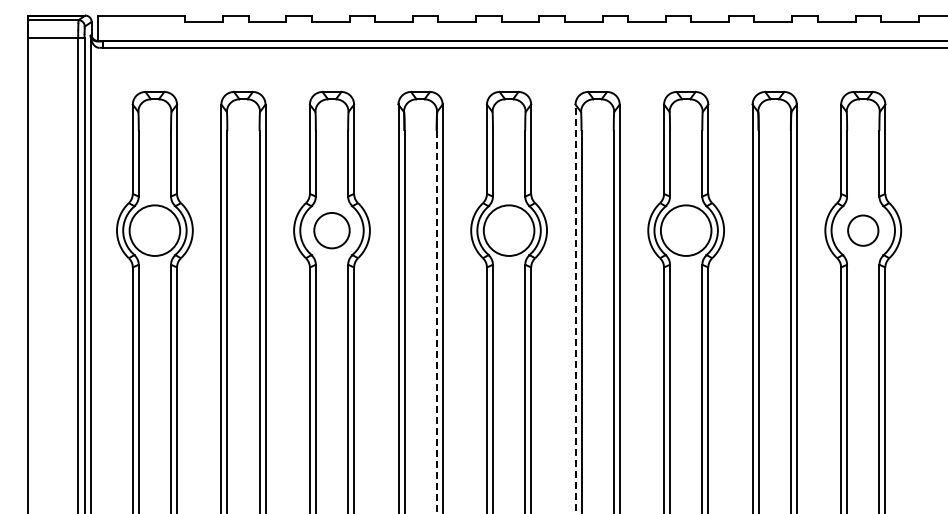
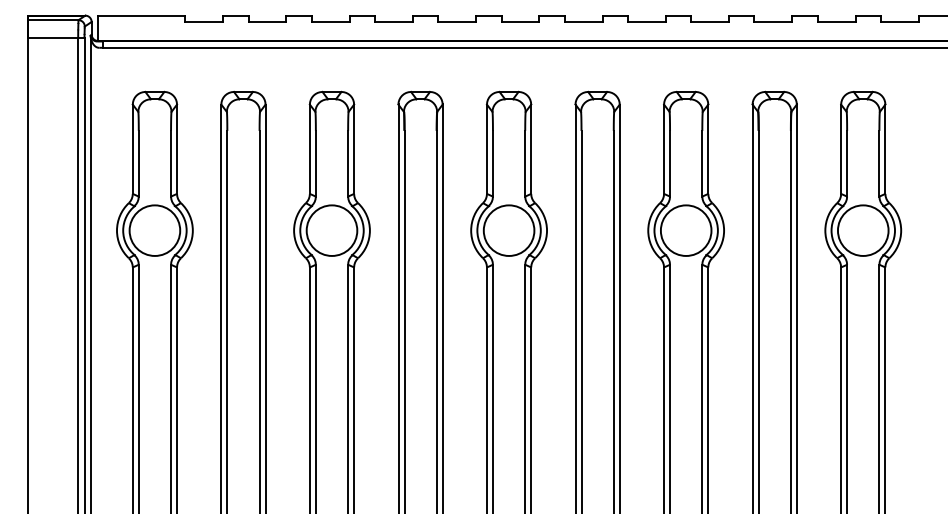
circle at (331, 230) diameter: 35 px -> 51 px
circle at (863, 230) diameter: 30 px -> 51 px
line at (575, 308): dashed -> solid
line at (436, 322): dashed -> solid
